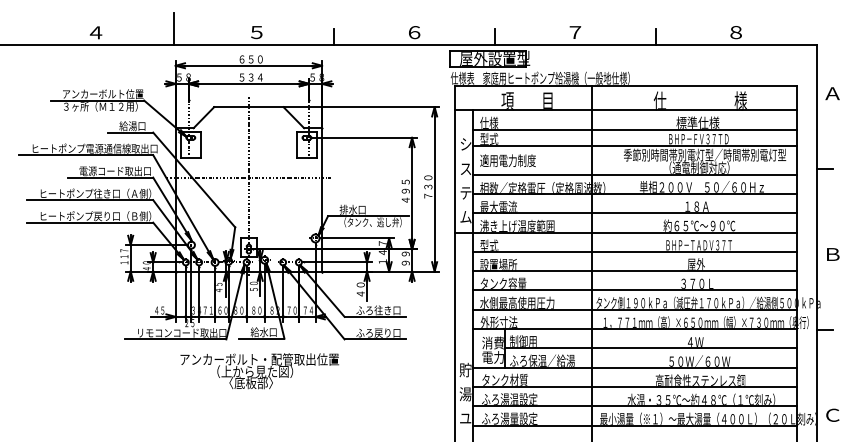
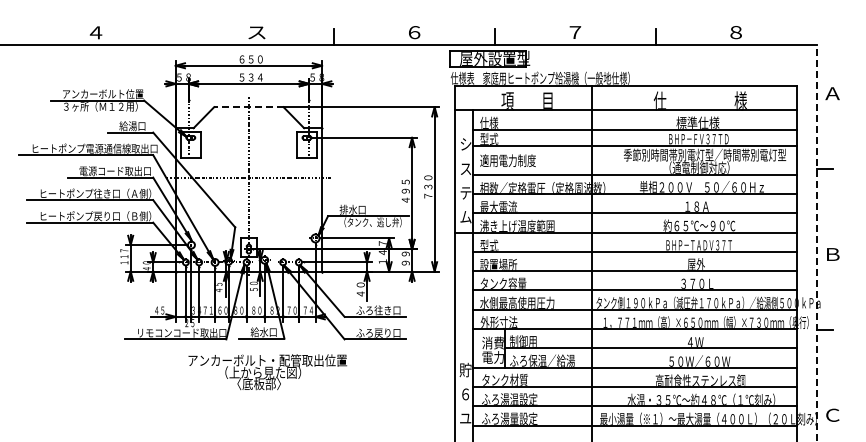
line at (173, 29): present -> none
text at (256, 32): ５ -> ス
line at (248, 107): solid -> dashed
line at (816, 243): solid -> dashed
text at (259, 371) position: (259, 371) -> (267, 372)
text at (465, 394): 湯 -> ６
